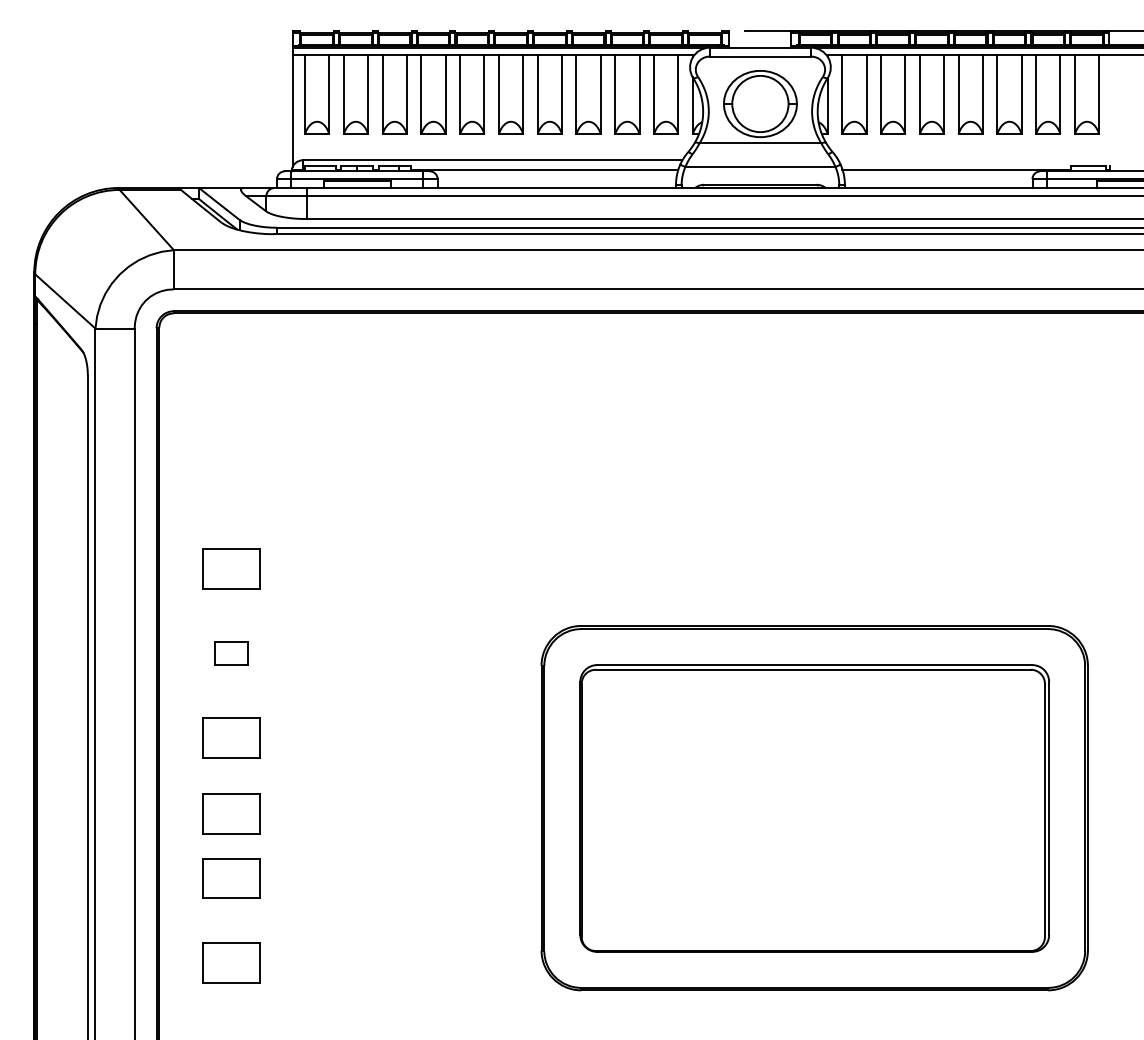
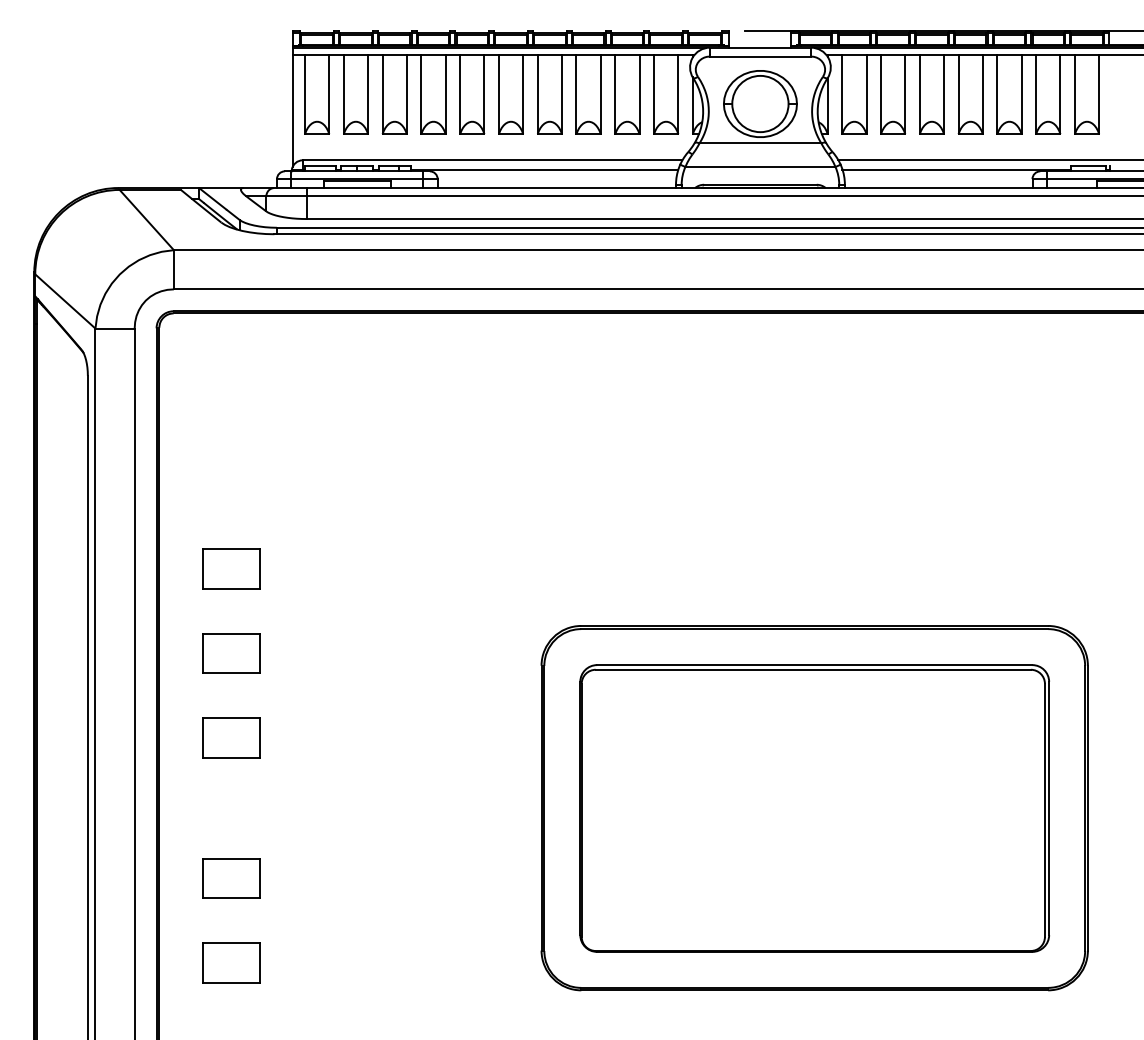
line at (989, 160): none -> present
part at (231, 653) size: 35x25 px -> 59x41 px
part at (231, 813): present -> none
